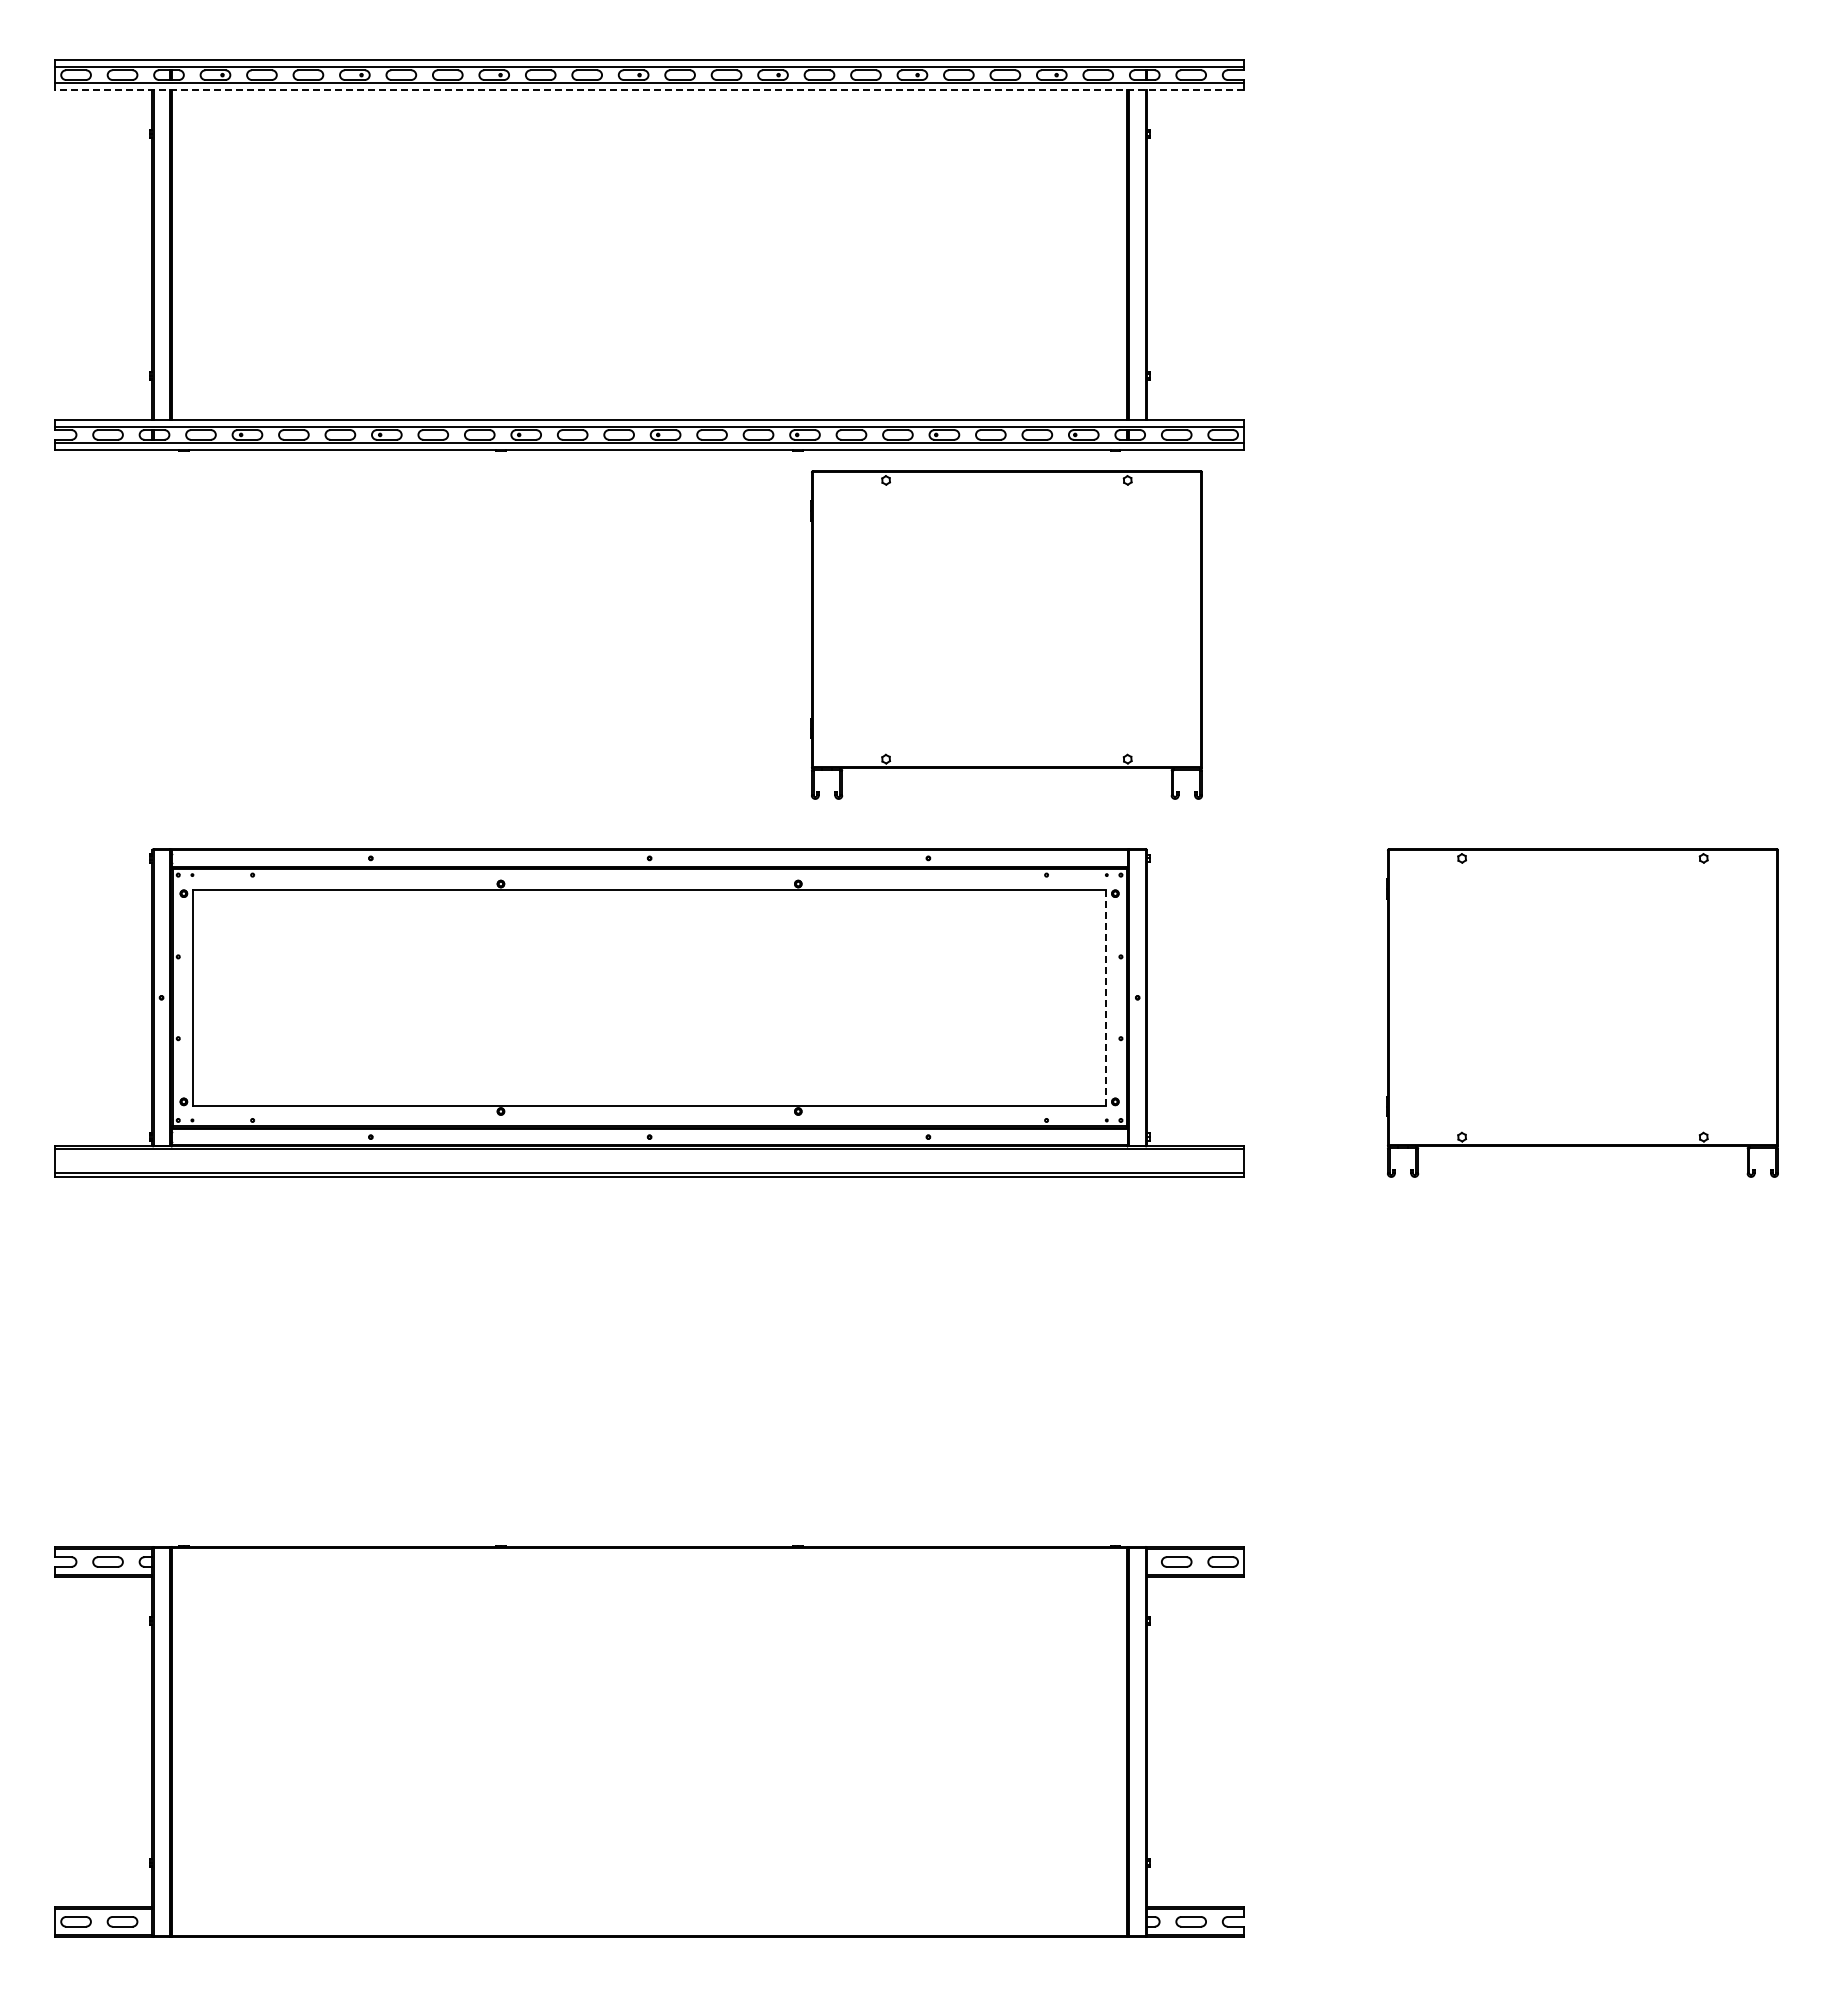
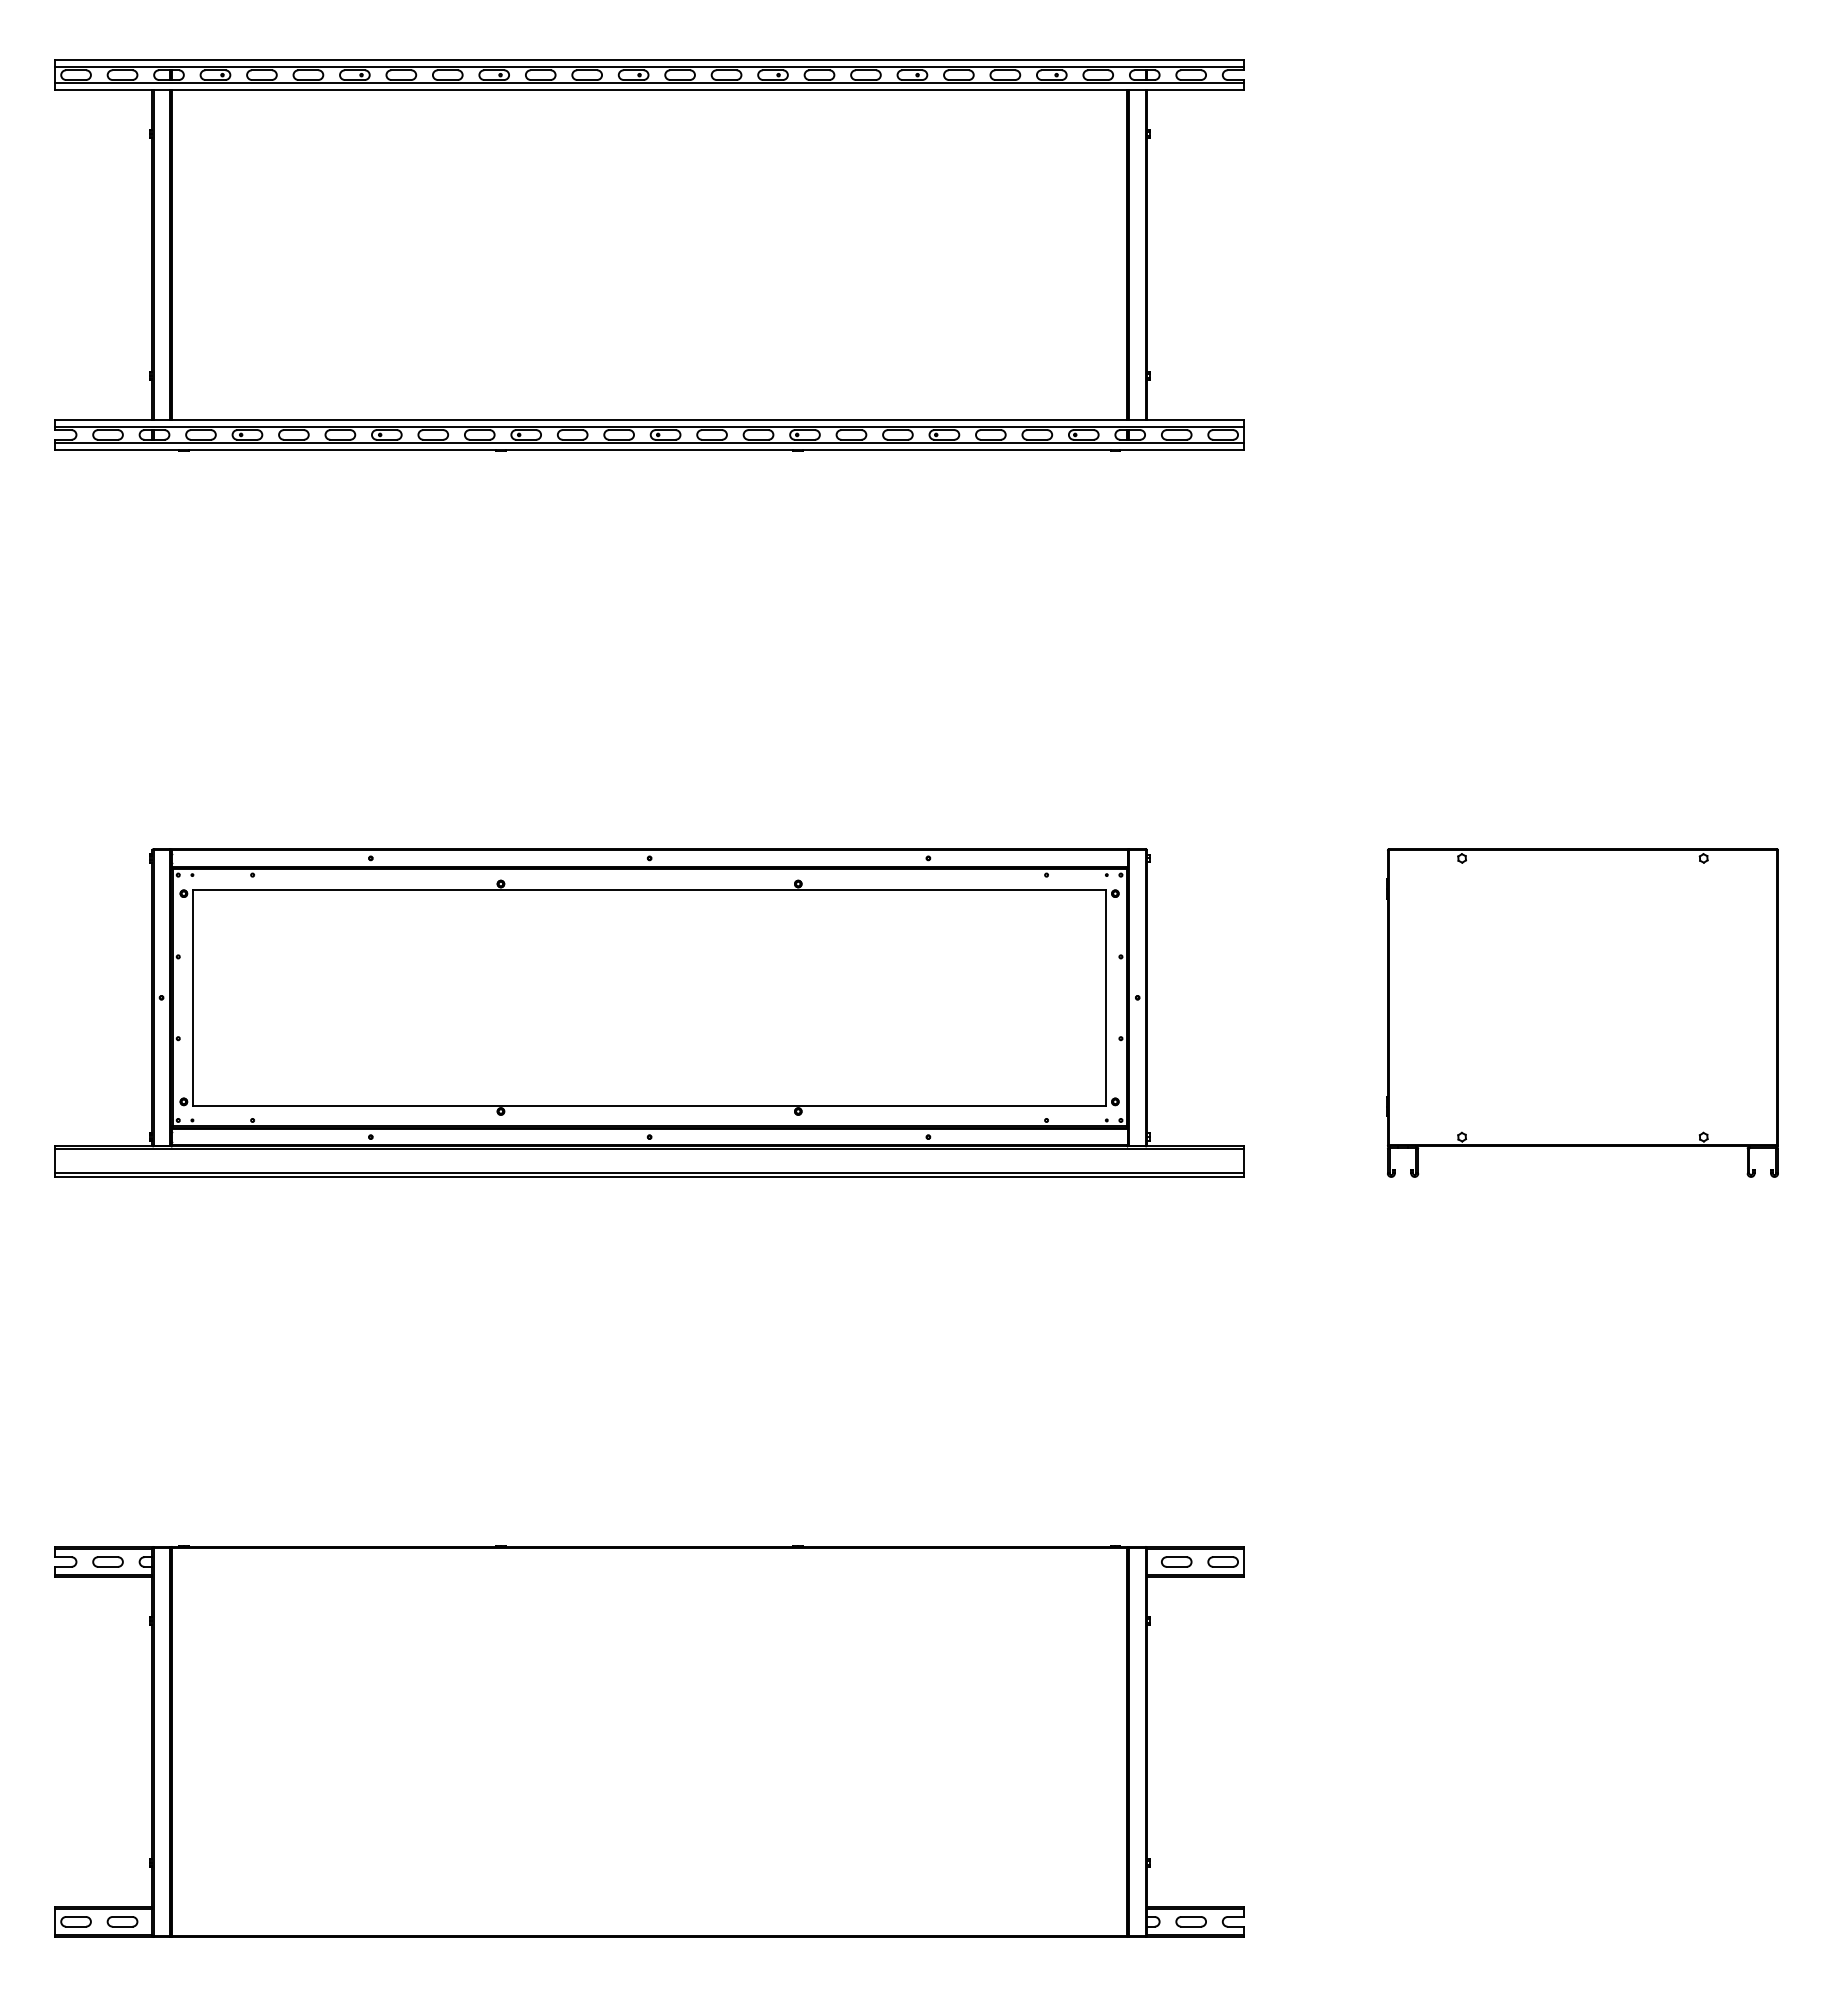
line at (649, 90): dashed -> solid
part at (1006, 634): present -> none
line at (1106, 997): dashed -> solid
